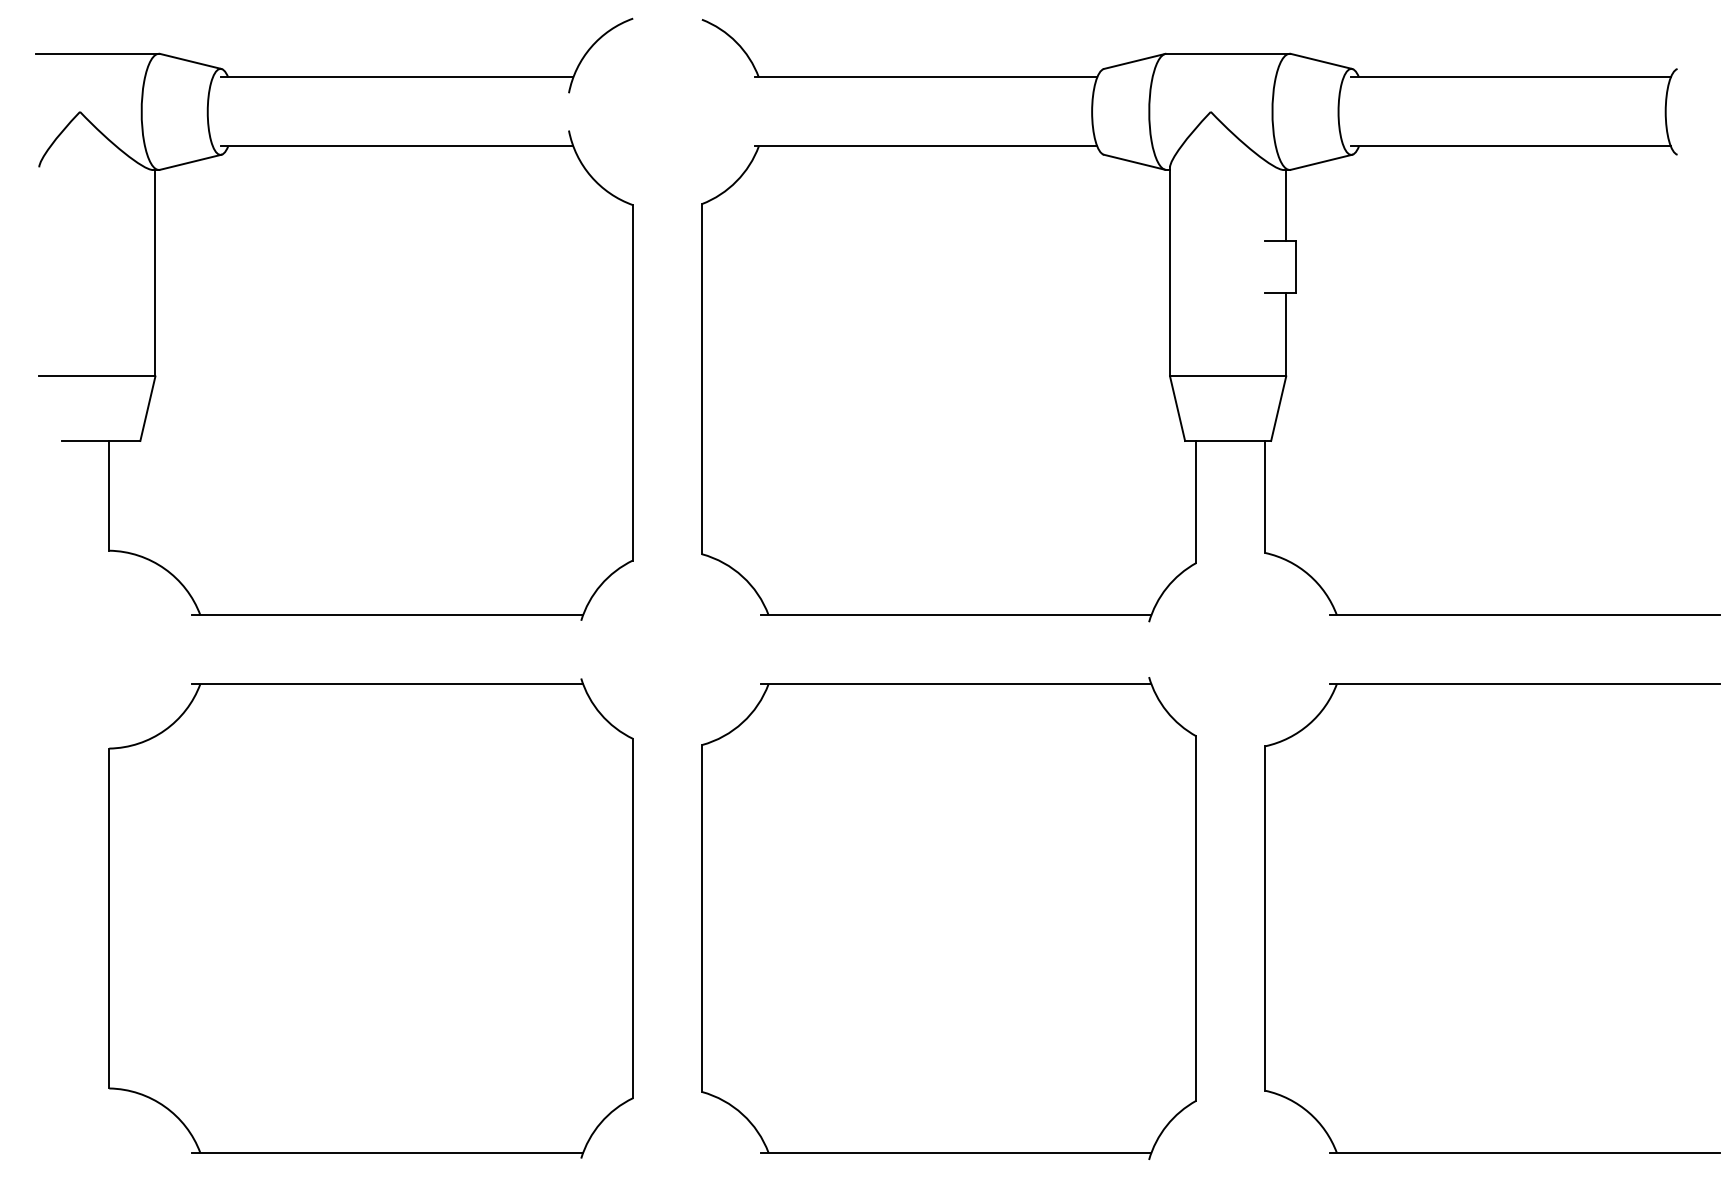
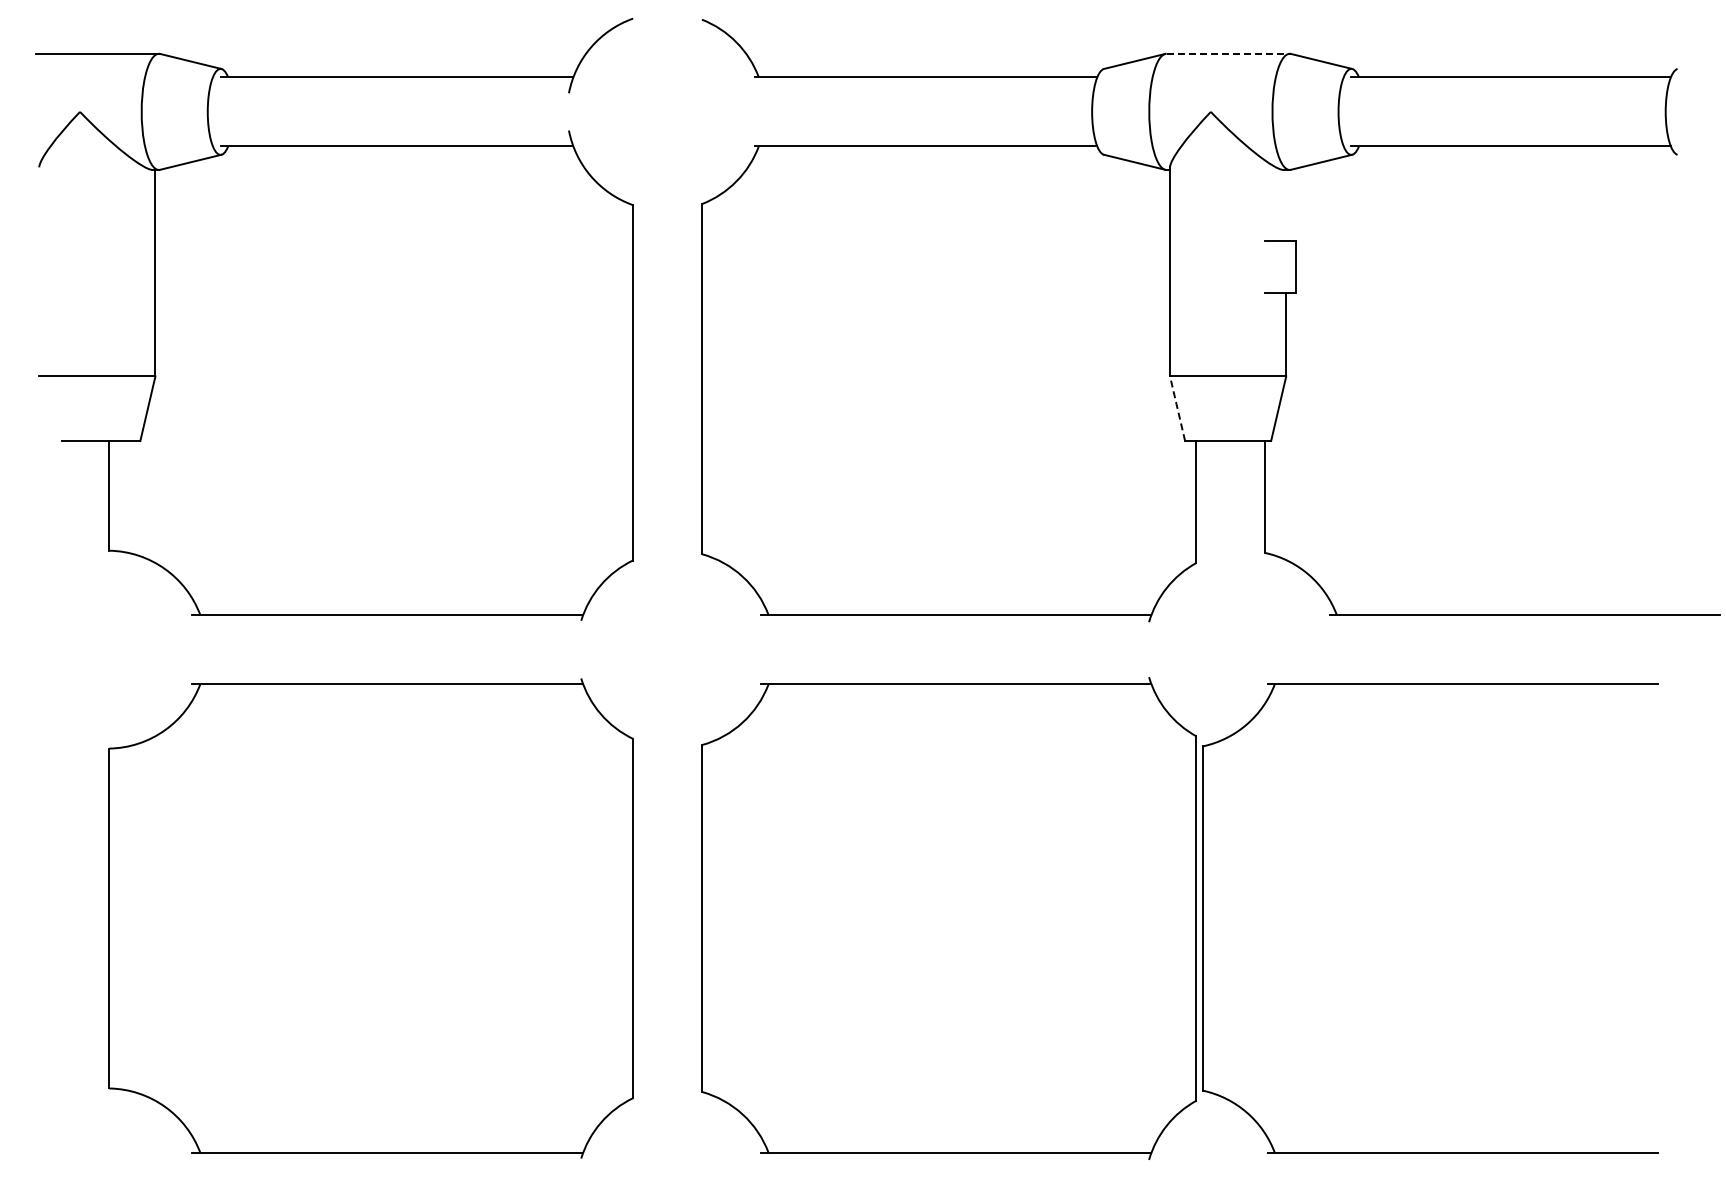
line at (1228, 53): solid -> dashed
line at (1286, 204): present -> none
line at (1177, 408): solid -> dashed
part at (1265, 918) position: (1265, 918) -> (1203, 918)
